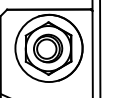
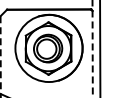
line at (92, 49): solid -> dashed
line at (0, 57): solid -> dashed
